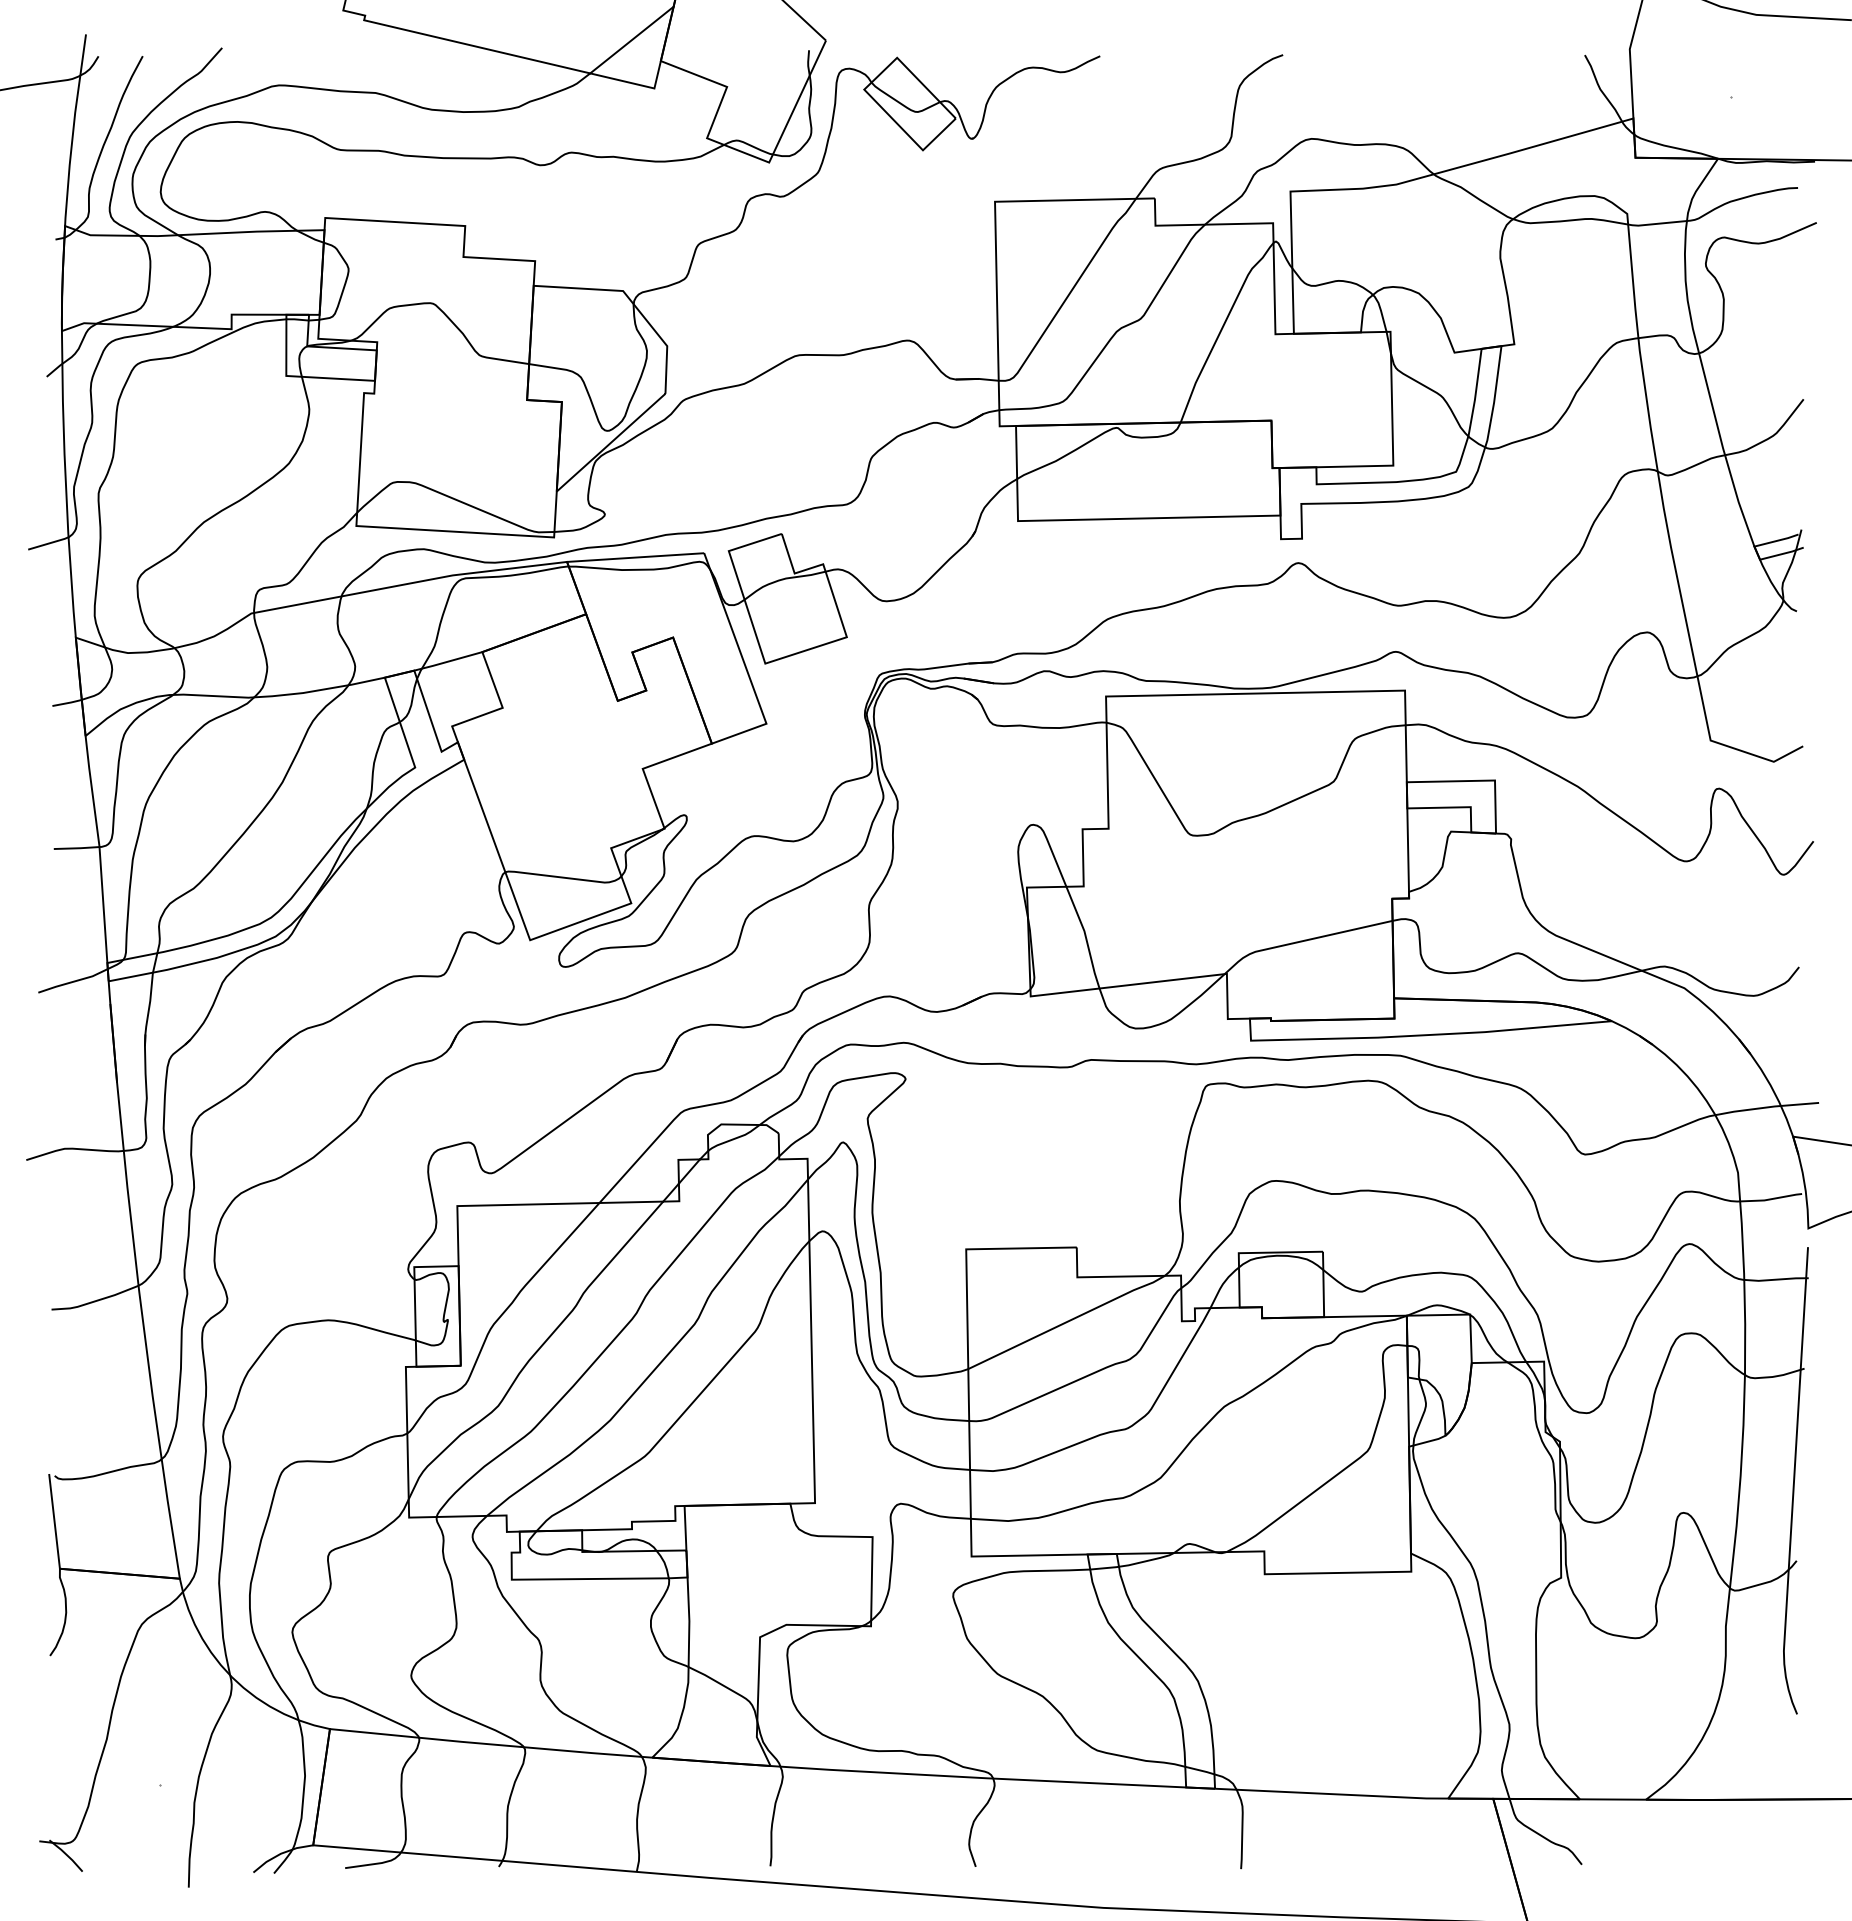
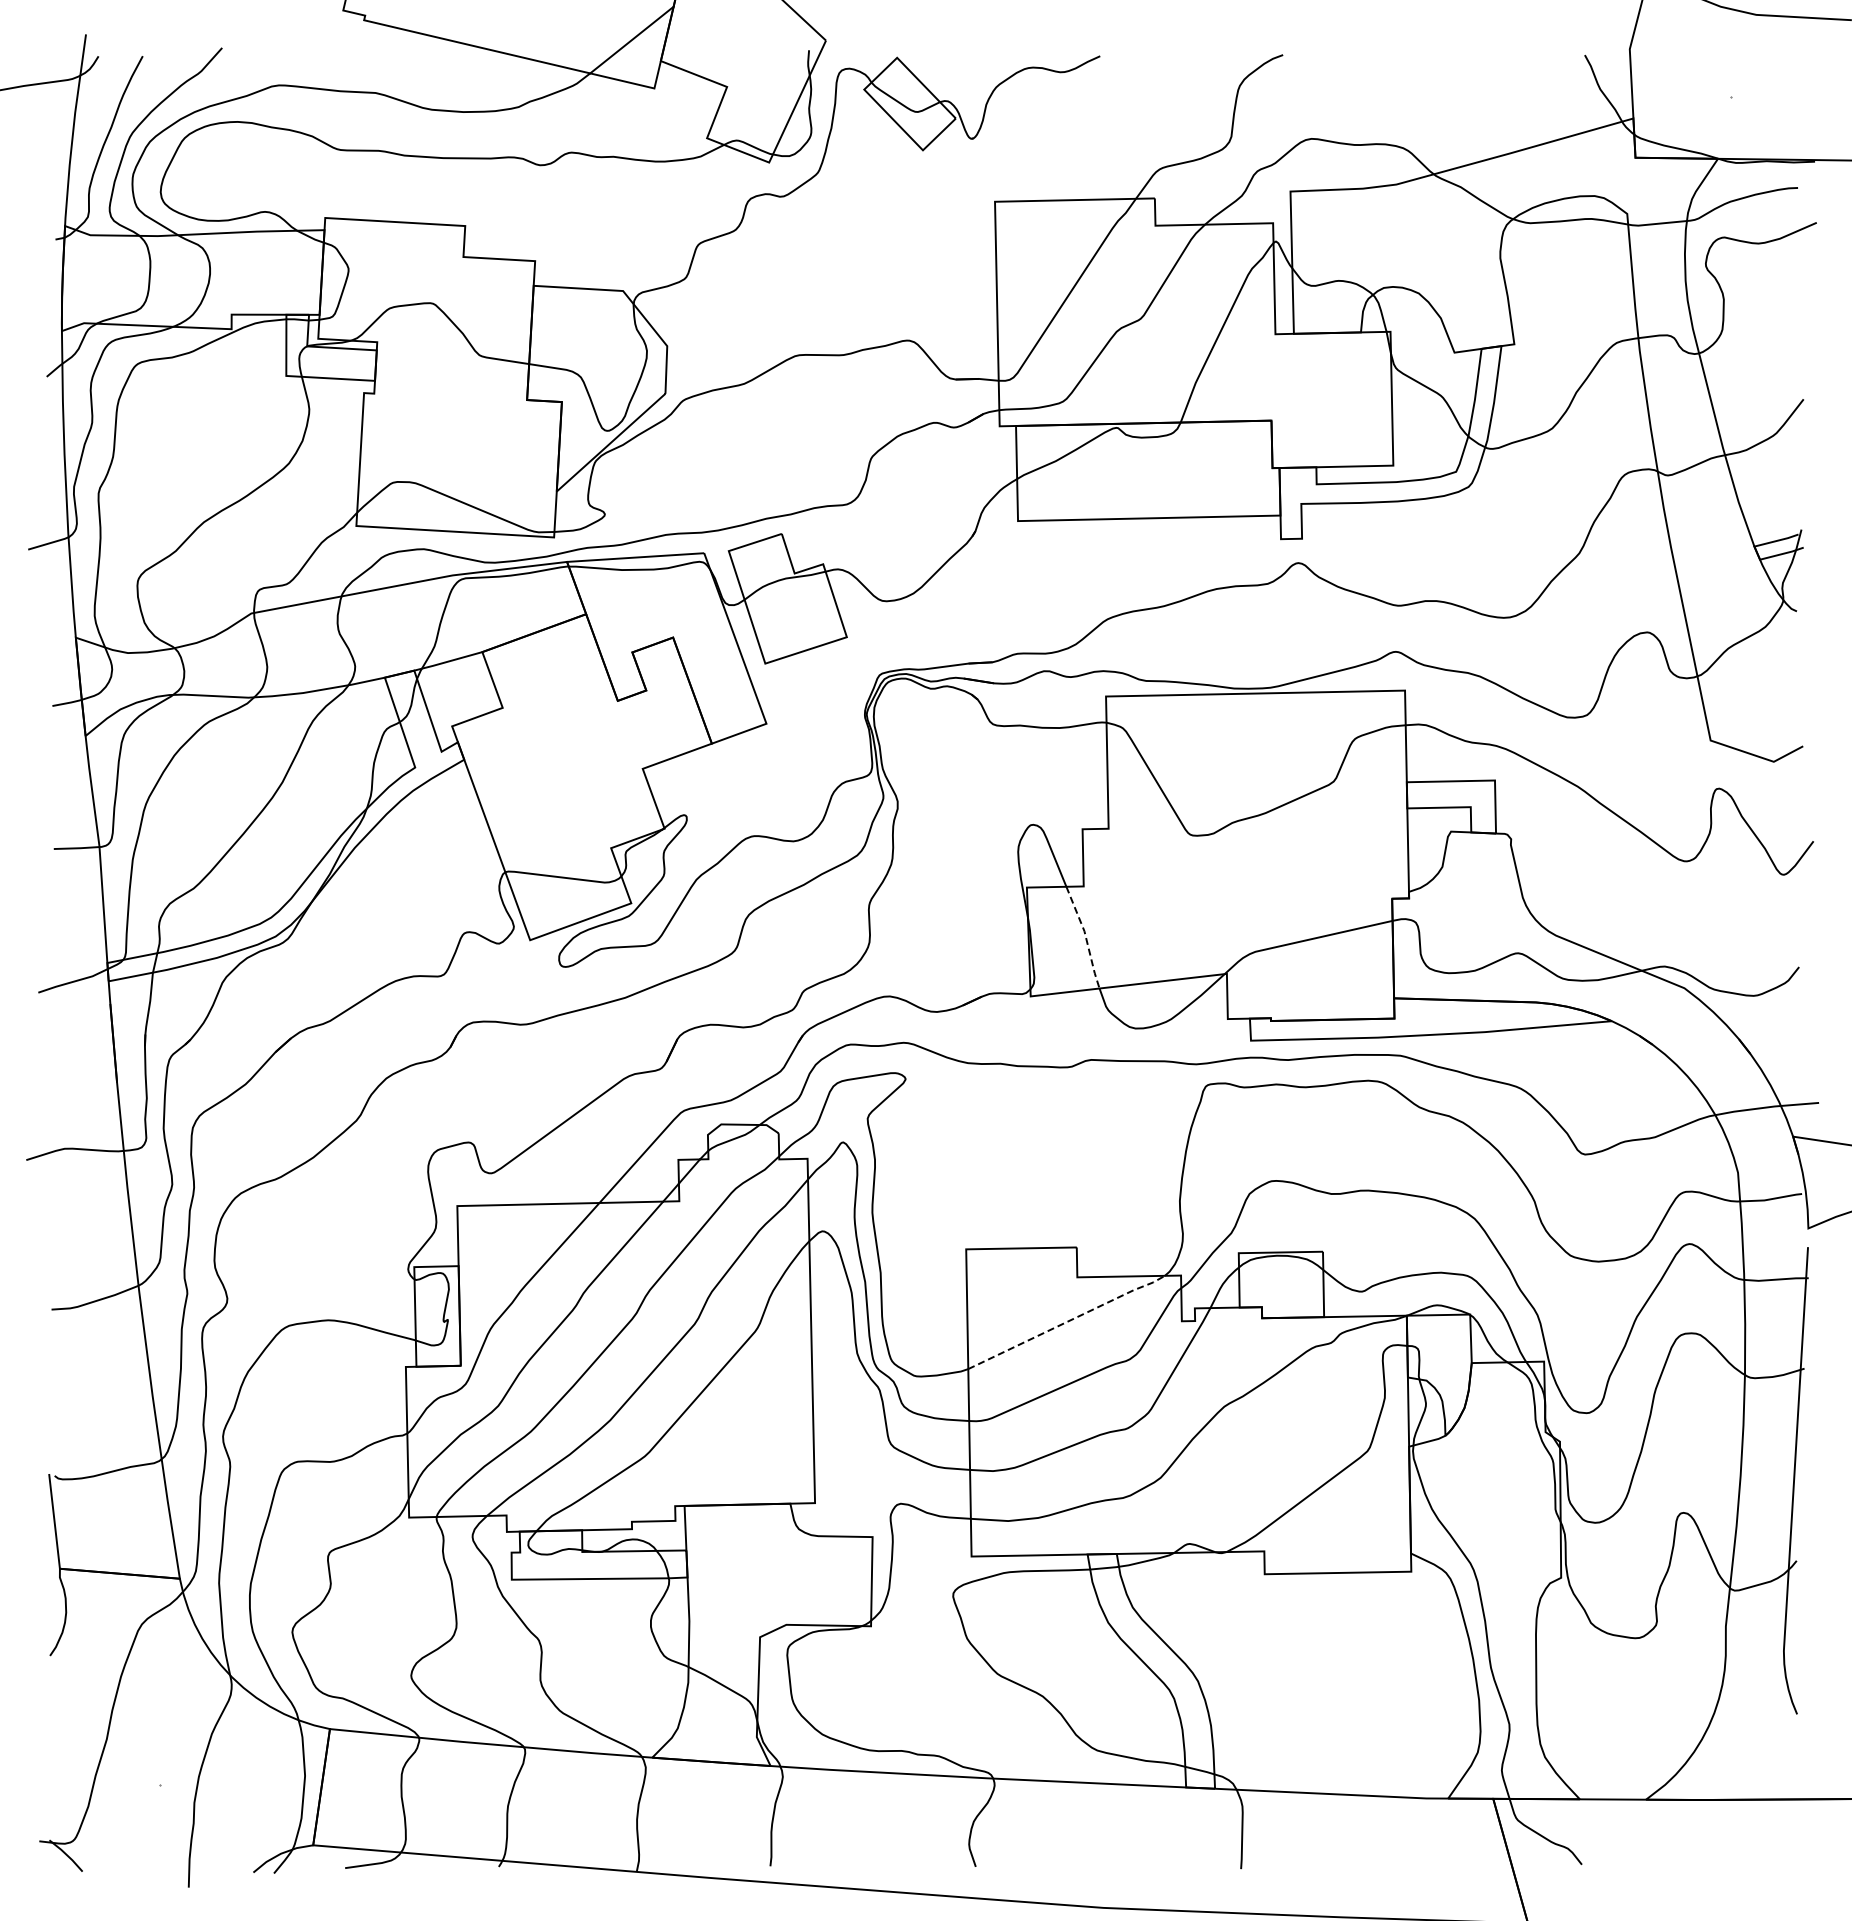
line at (1086, 937): solid -> dashed
line at (1068, 1321): solid -> dashed
